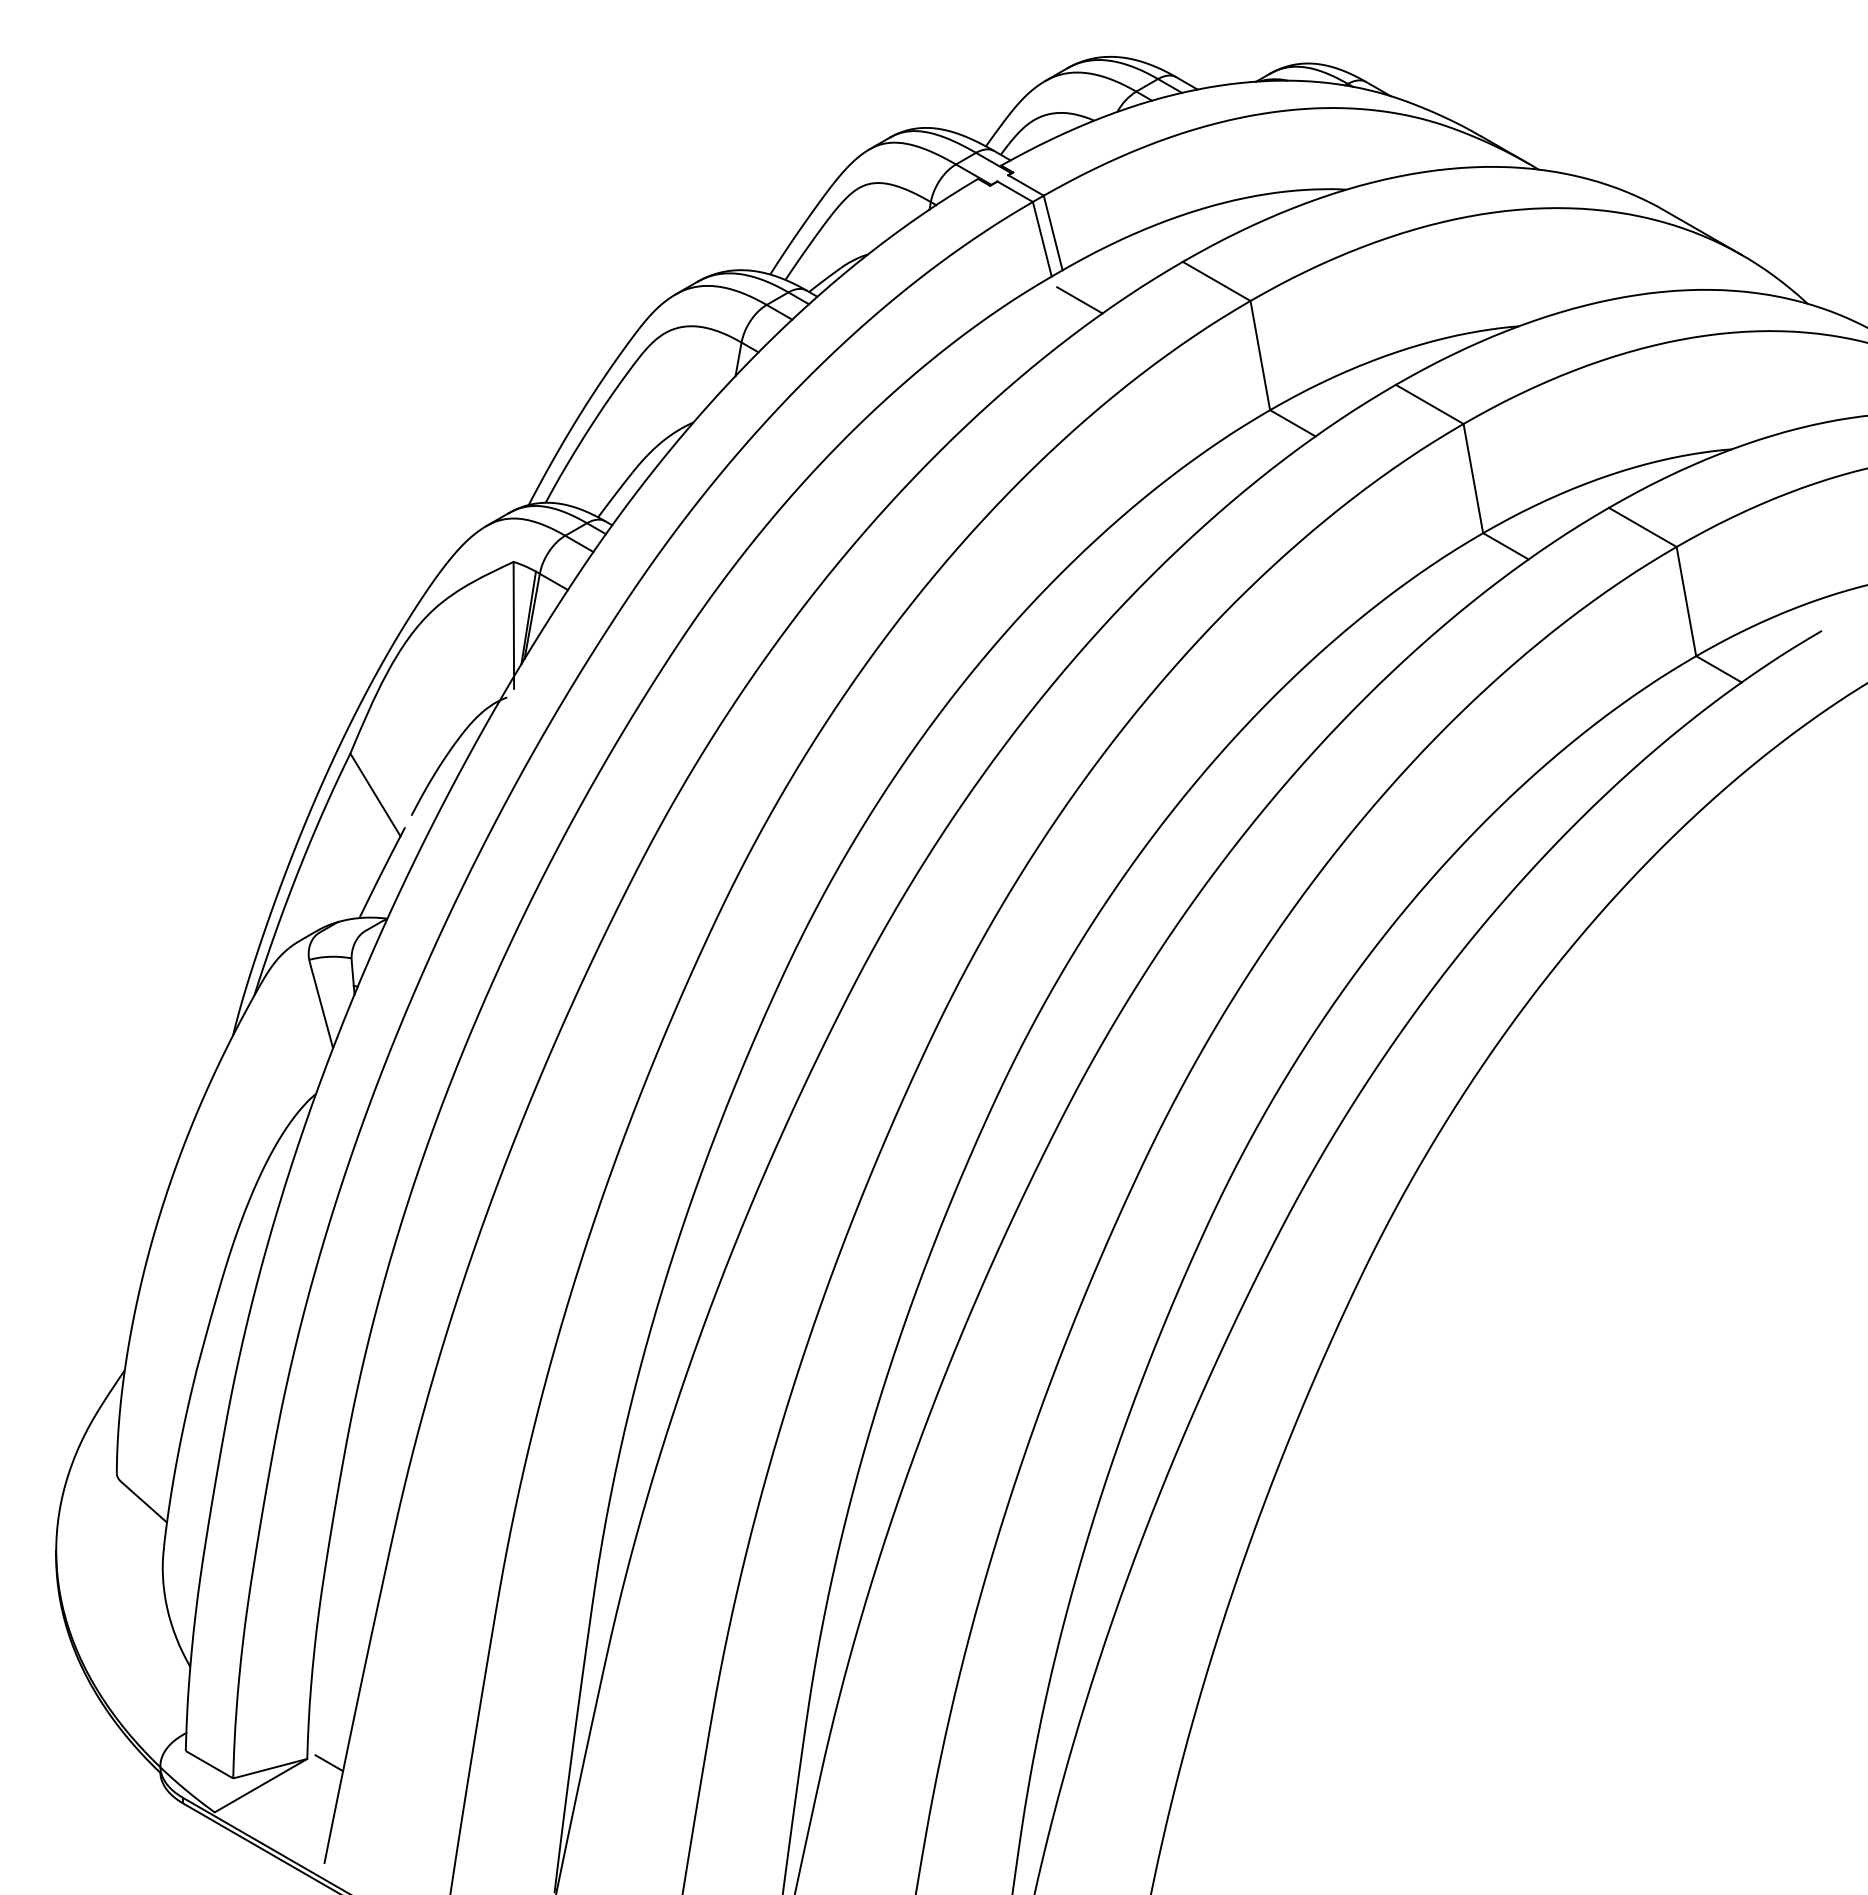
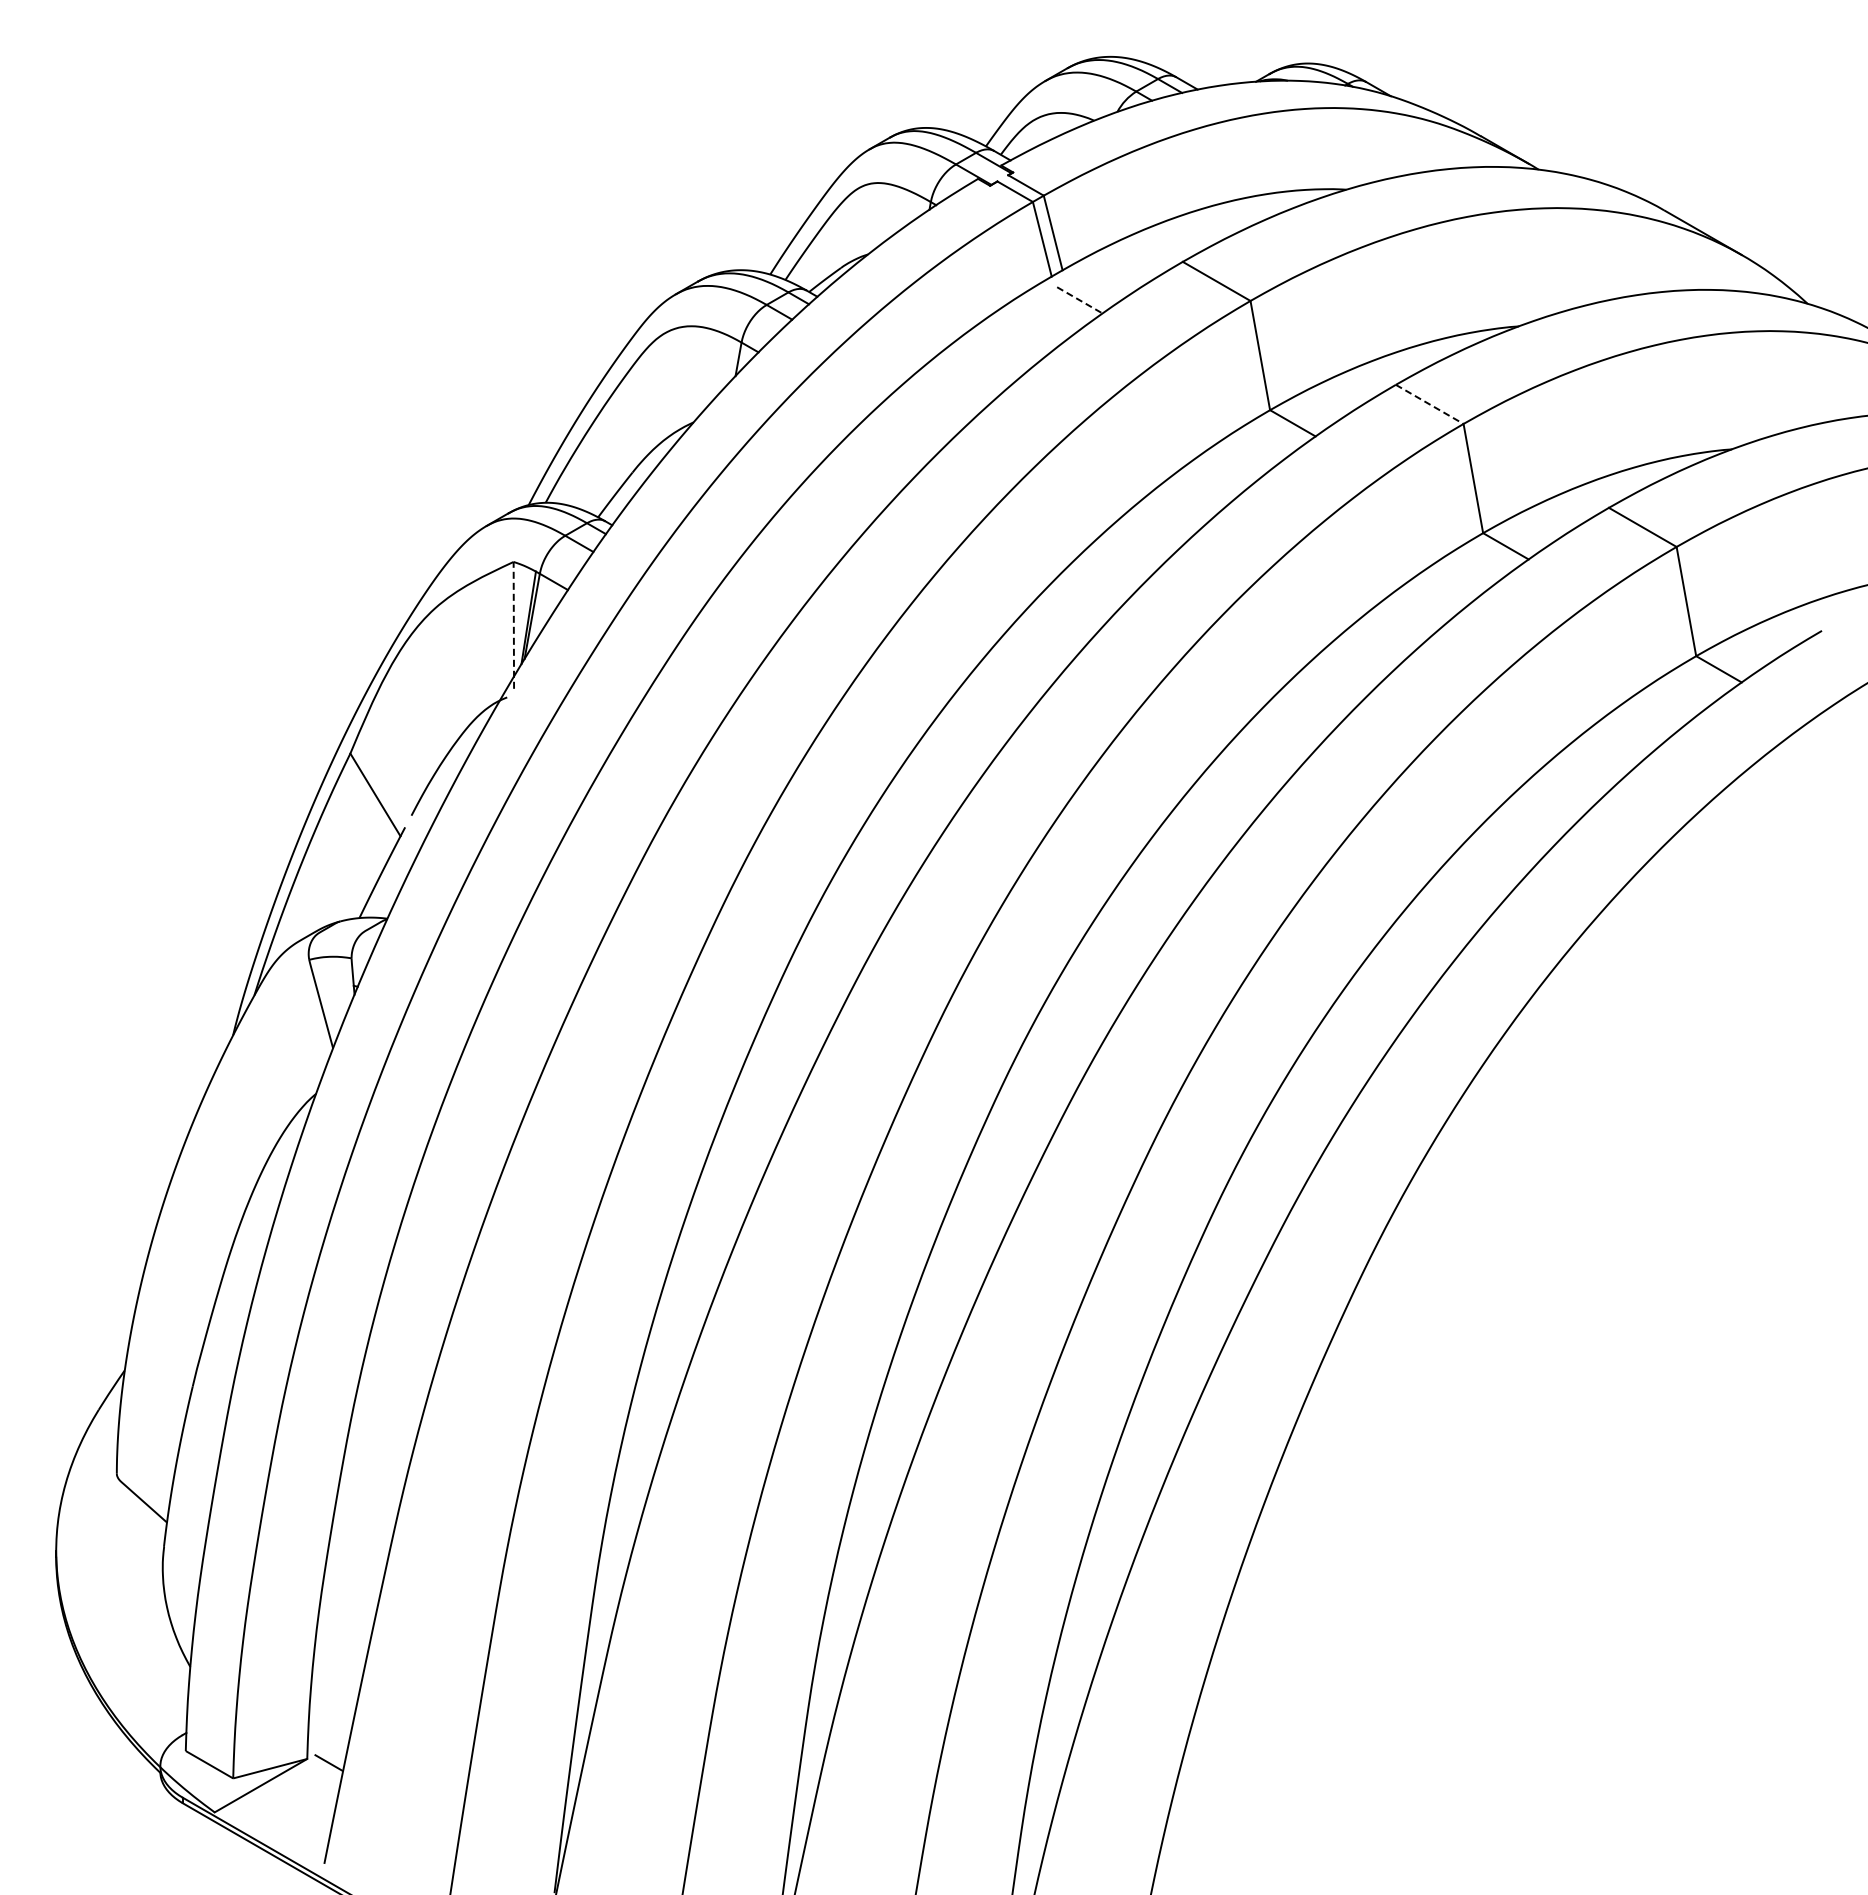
line at (1080, 300): solid -> dashed
line at (1430, 404): solid -> dashed
line at (513, 624): solid -> dashed
